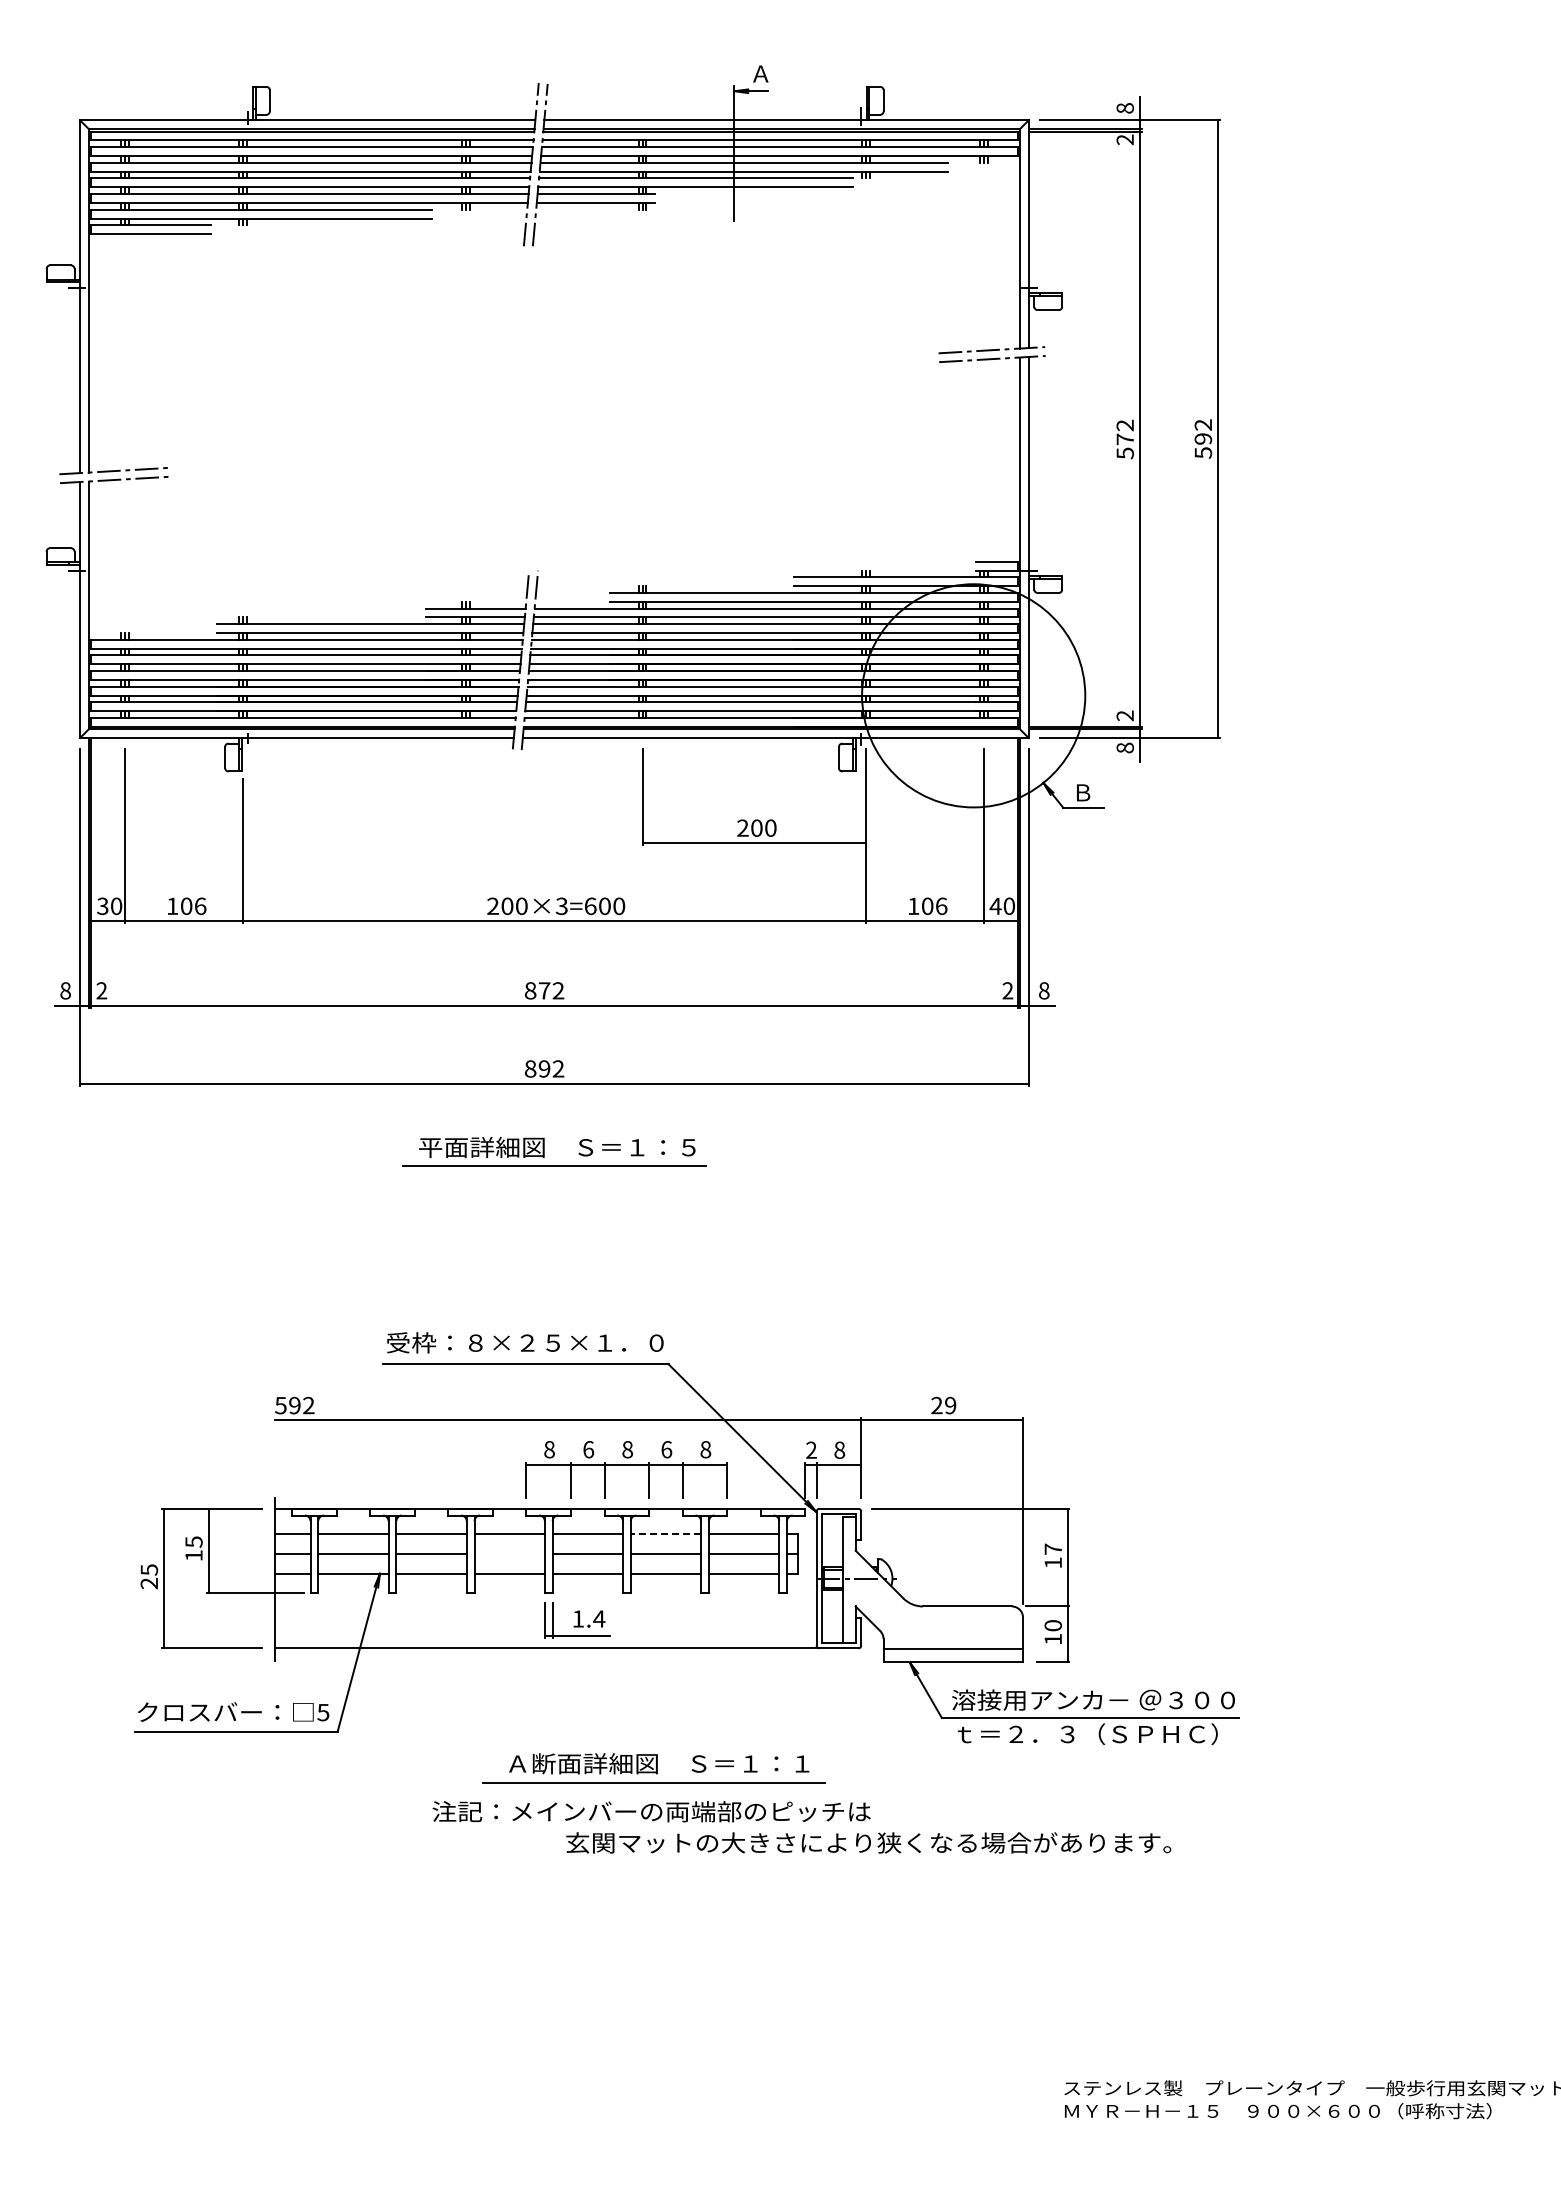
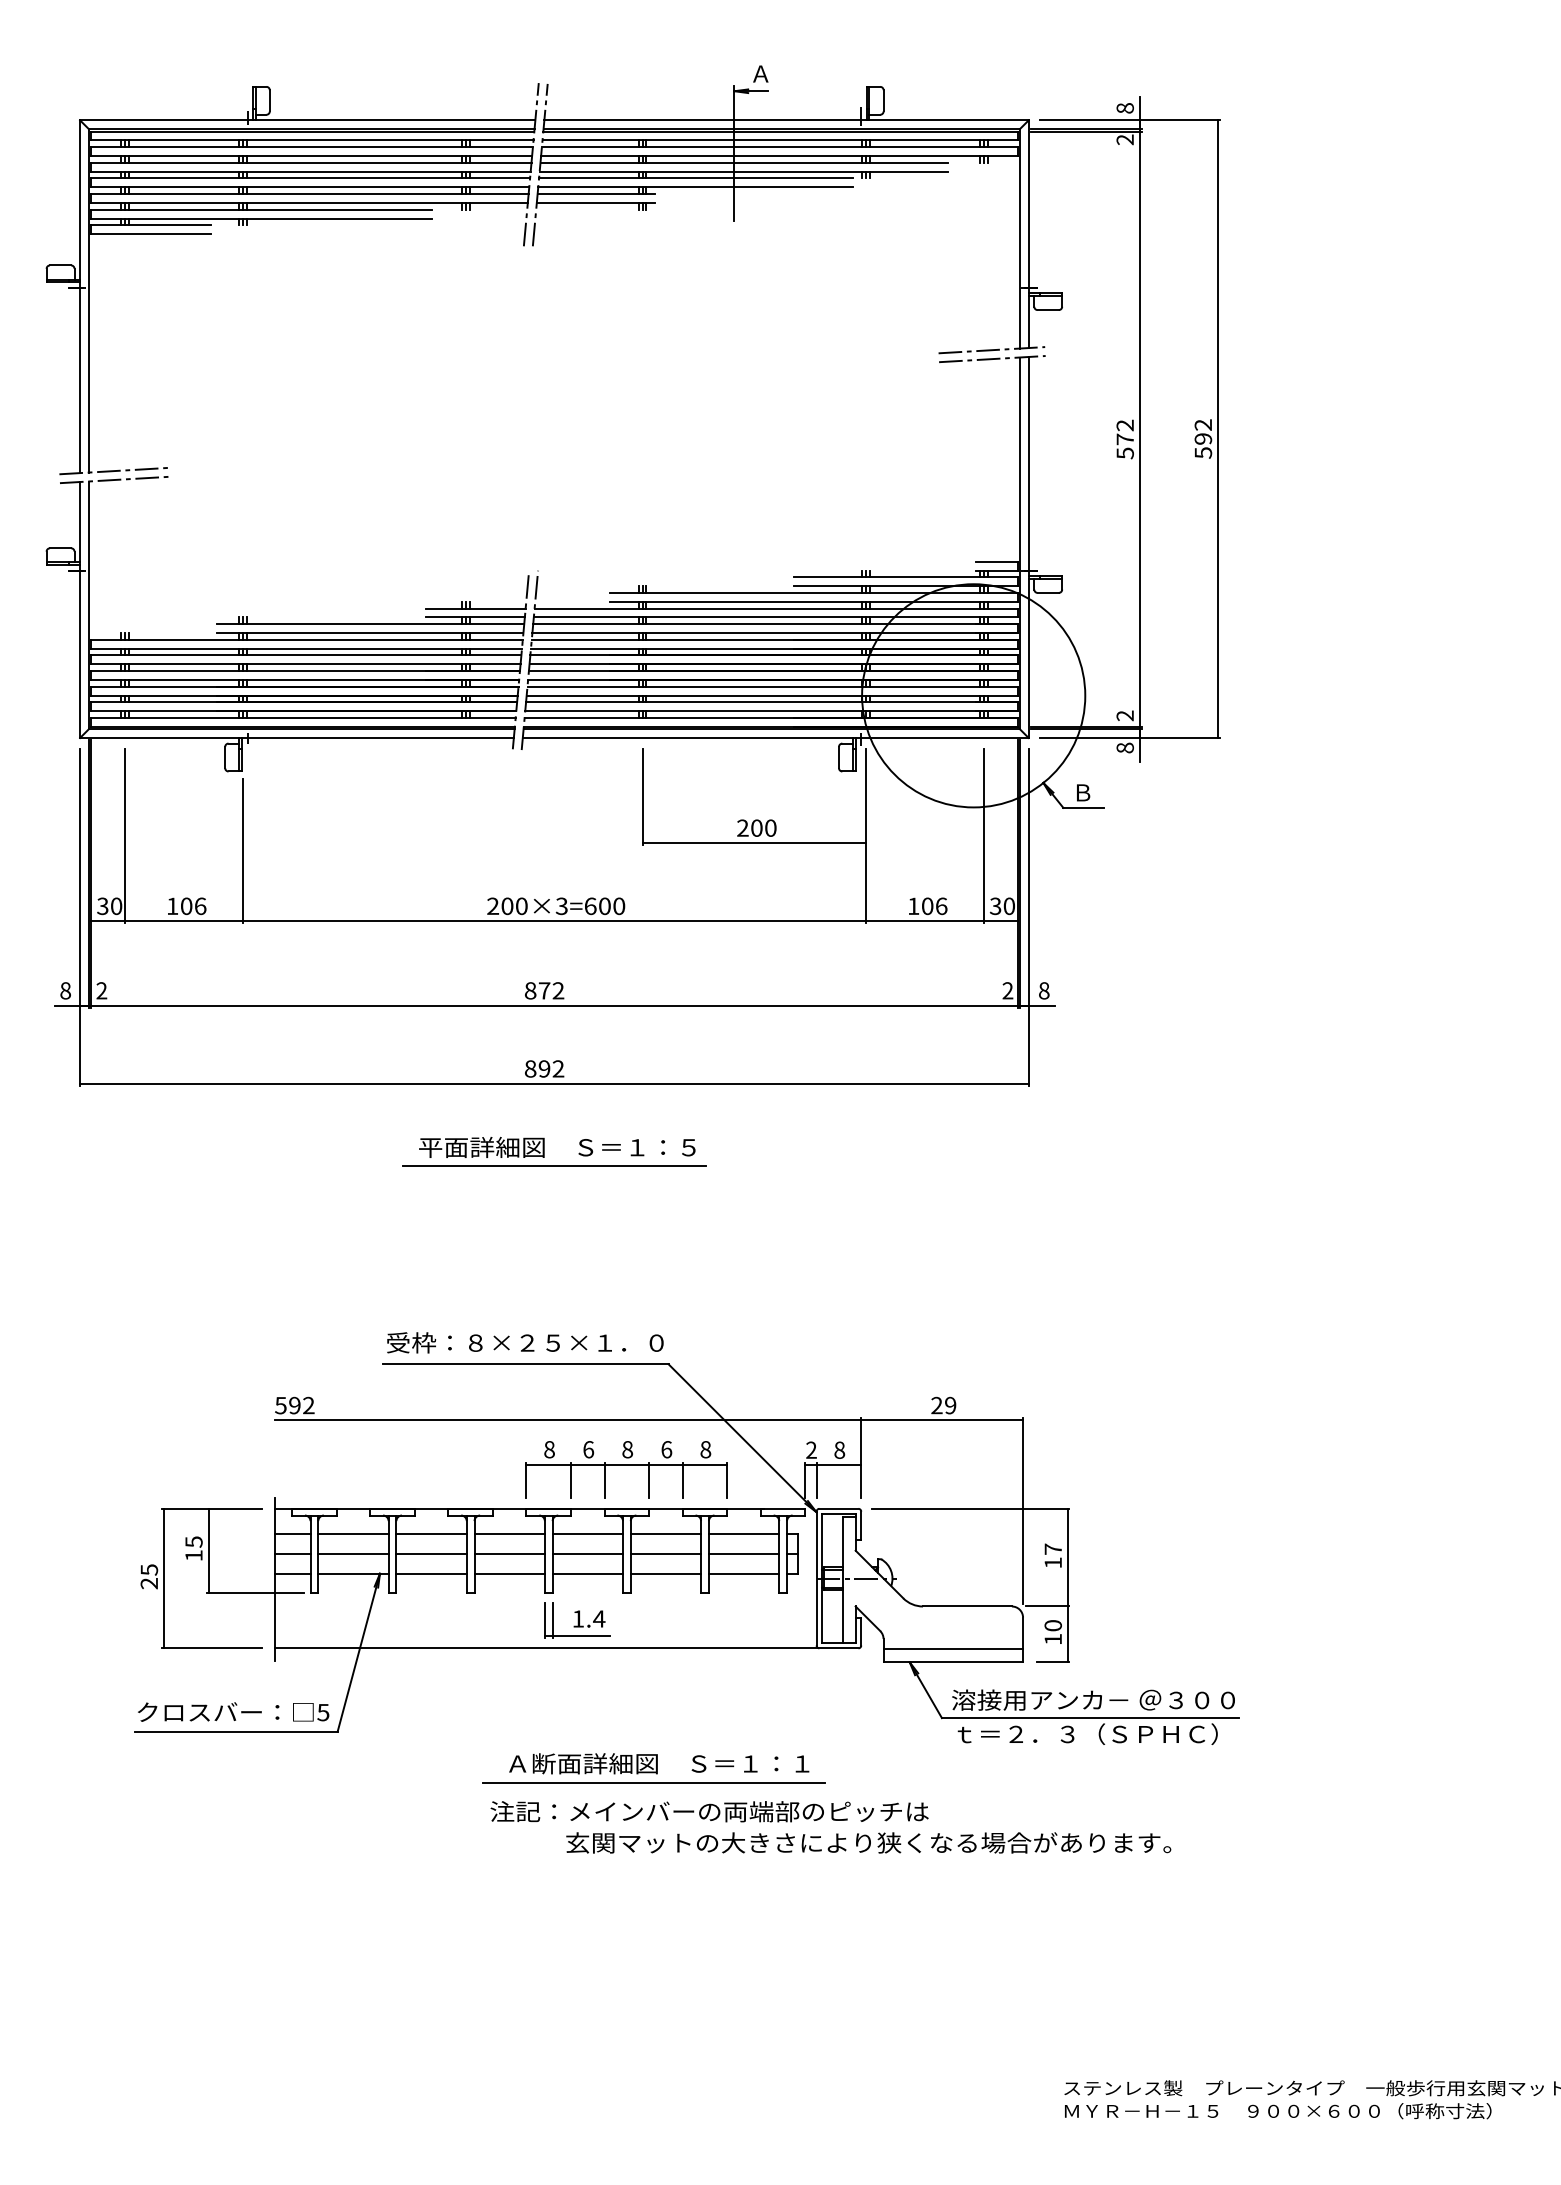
text at (995, 906): 40 -> 30
line at (665, 1534): dashed -> solid
line at (509, 1554): none -> present
text at (651, 1811) position: (651, 1811) -> (709, 1811)
